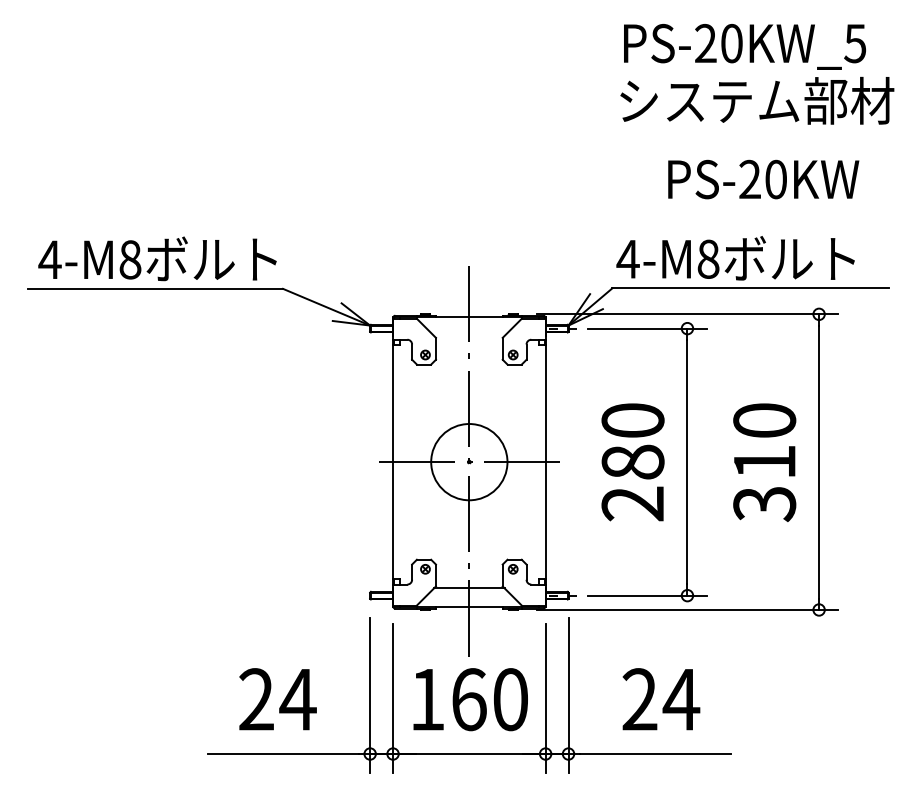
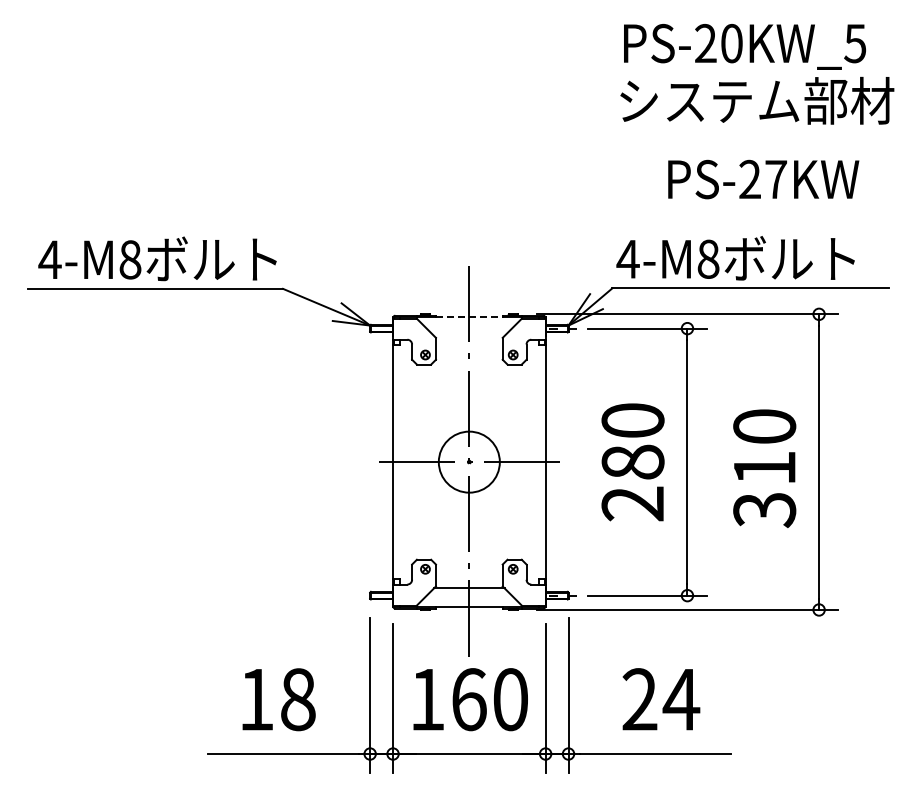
text at (776, 179): PS-20KW -> PS-27KW
line at (469, 316): solid -> dashed
circle at (469, 462) diameter: 76 px -> 61 px
text at (764, 462) position: (764, 462) -> (764, 468)
text at (277, 699): 24 -> 18
